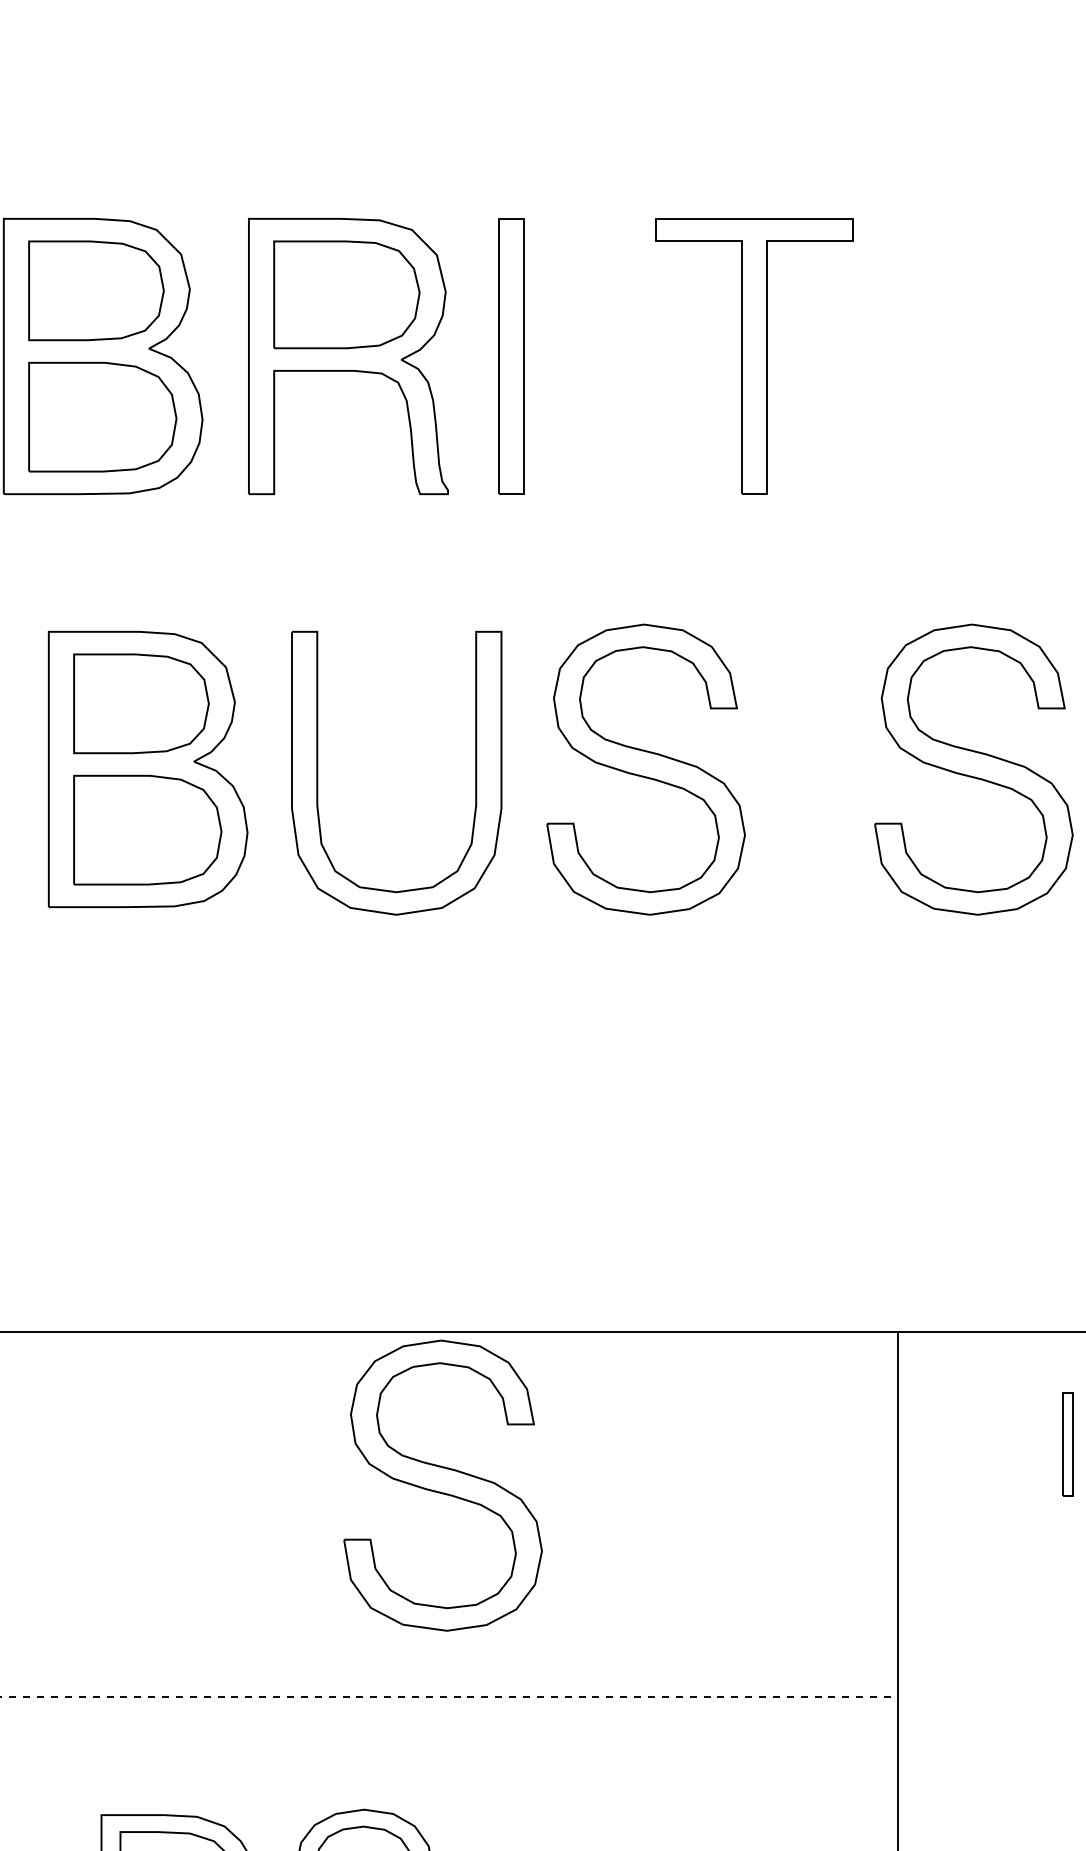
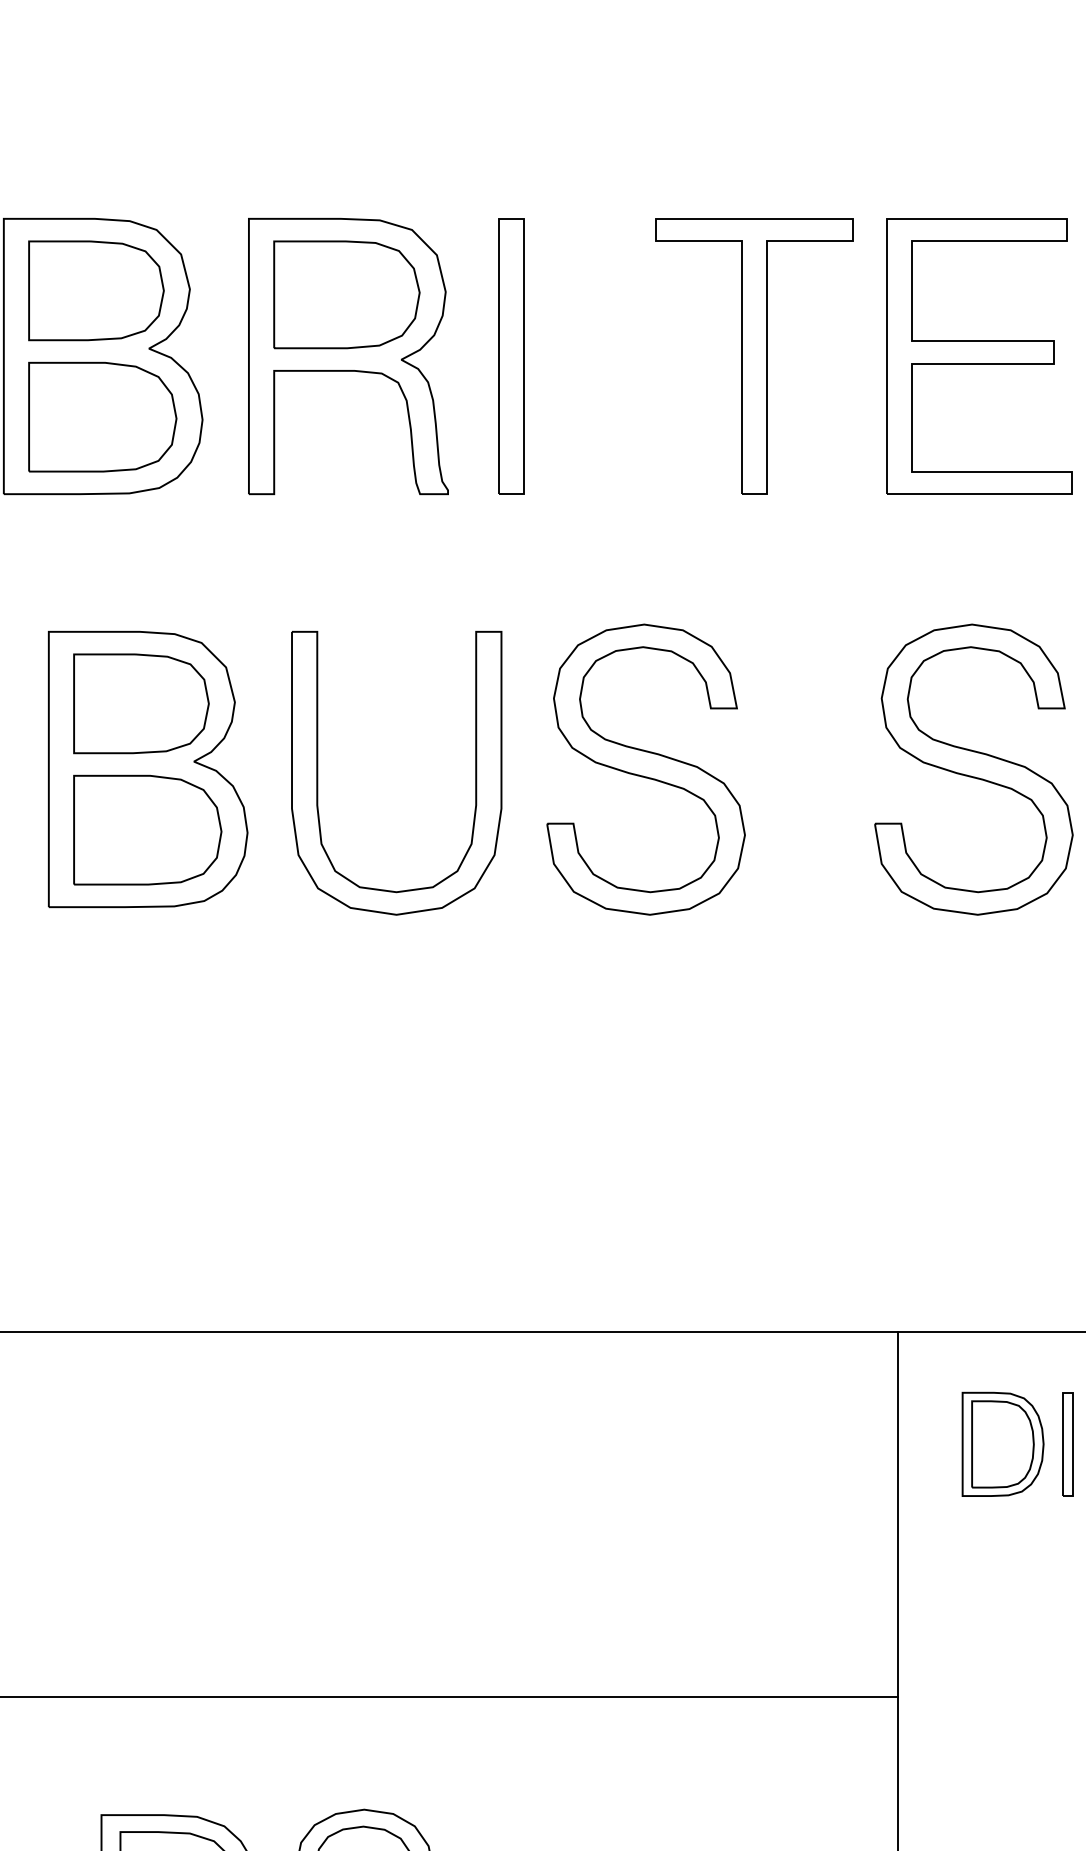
part at (979, 356): none -> present
part at (1002, 1443): none -> present
part at (442, 1485): present -> none
line at (449, 1697): dashed -> solid
